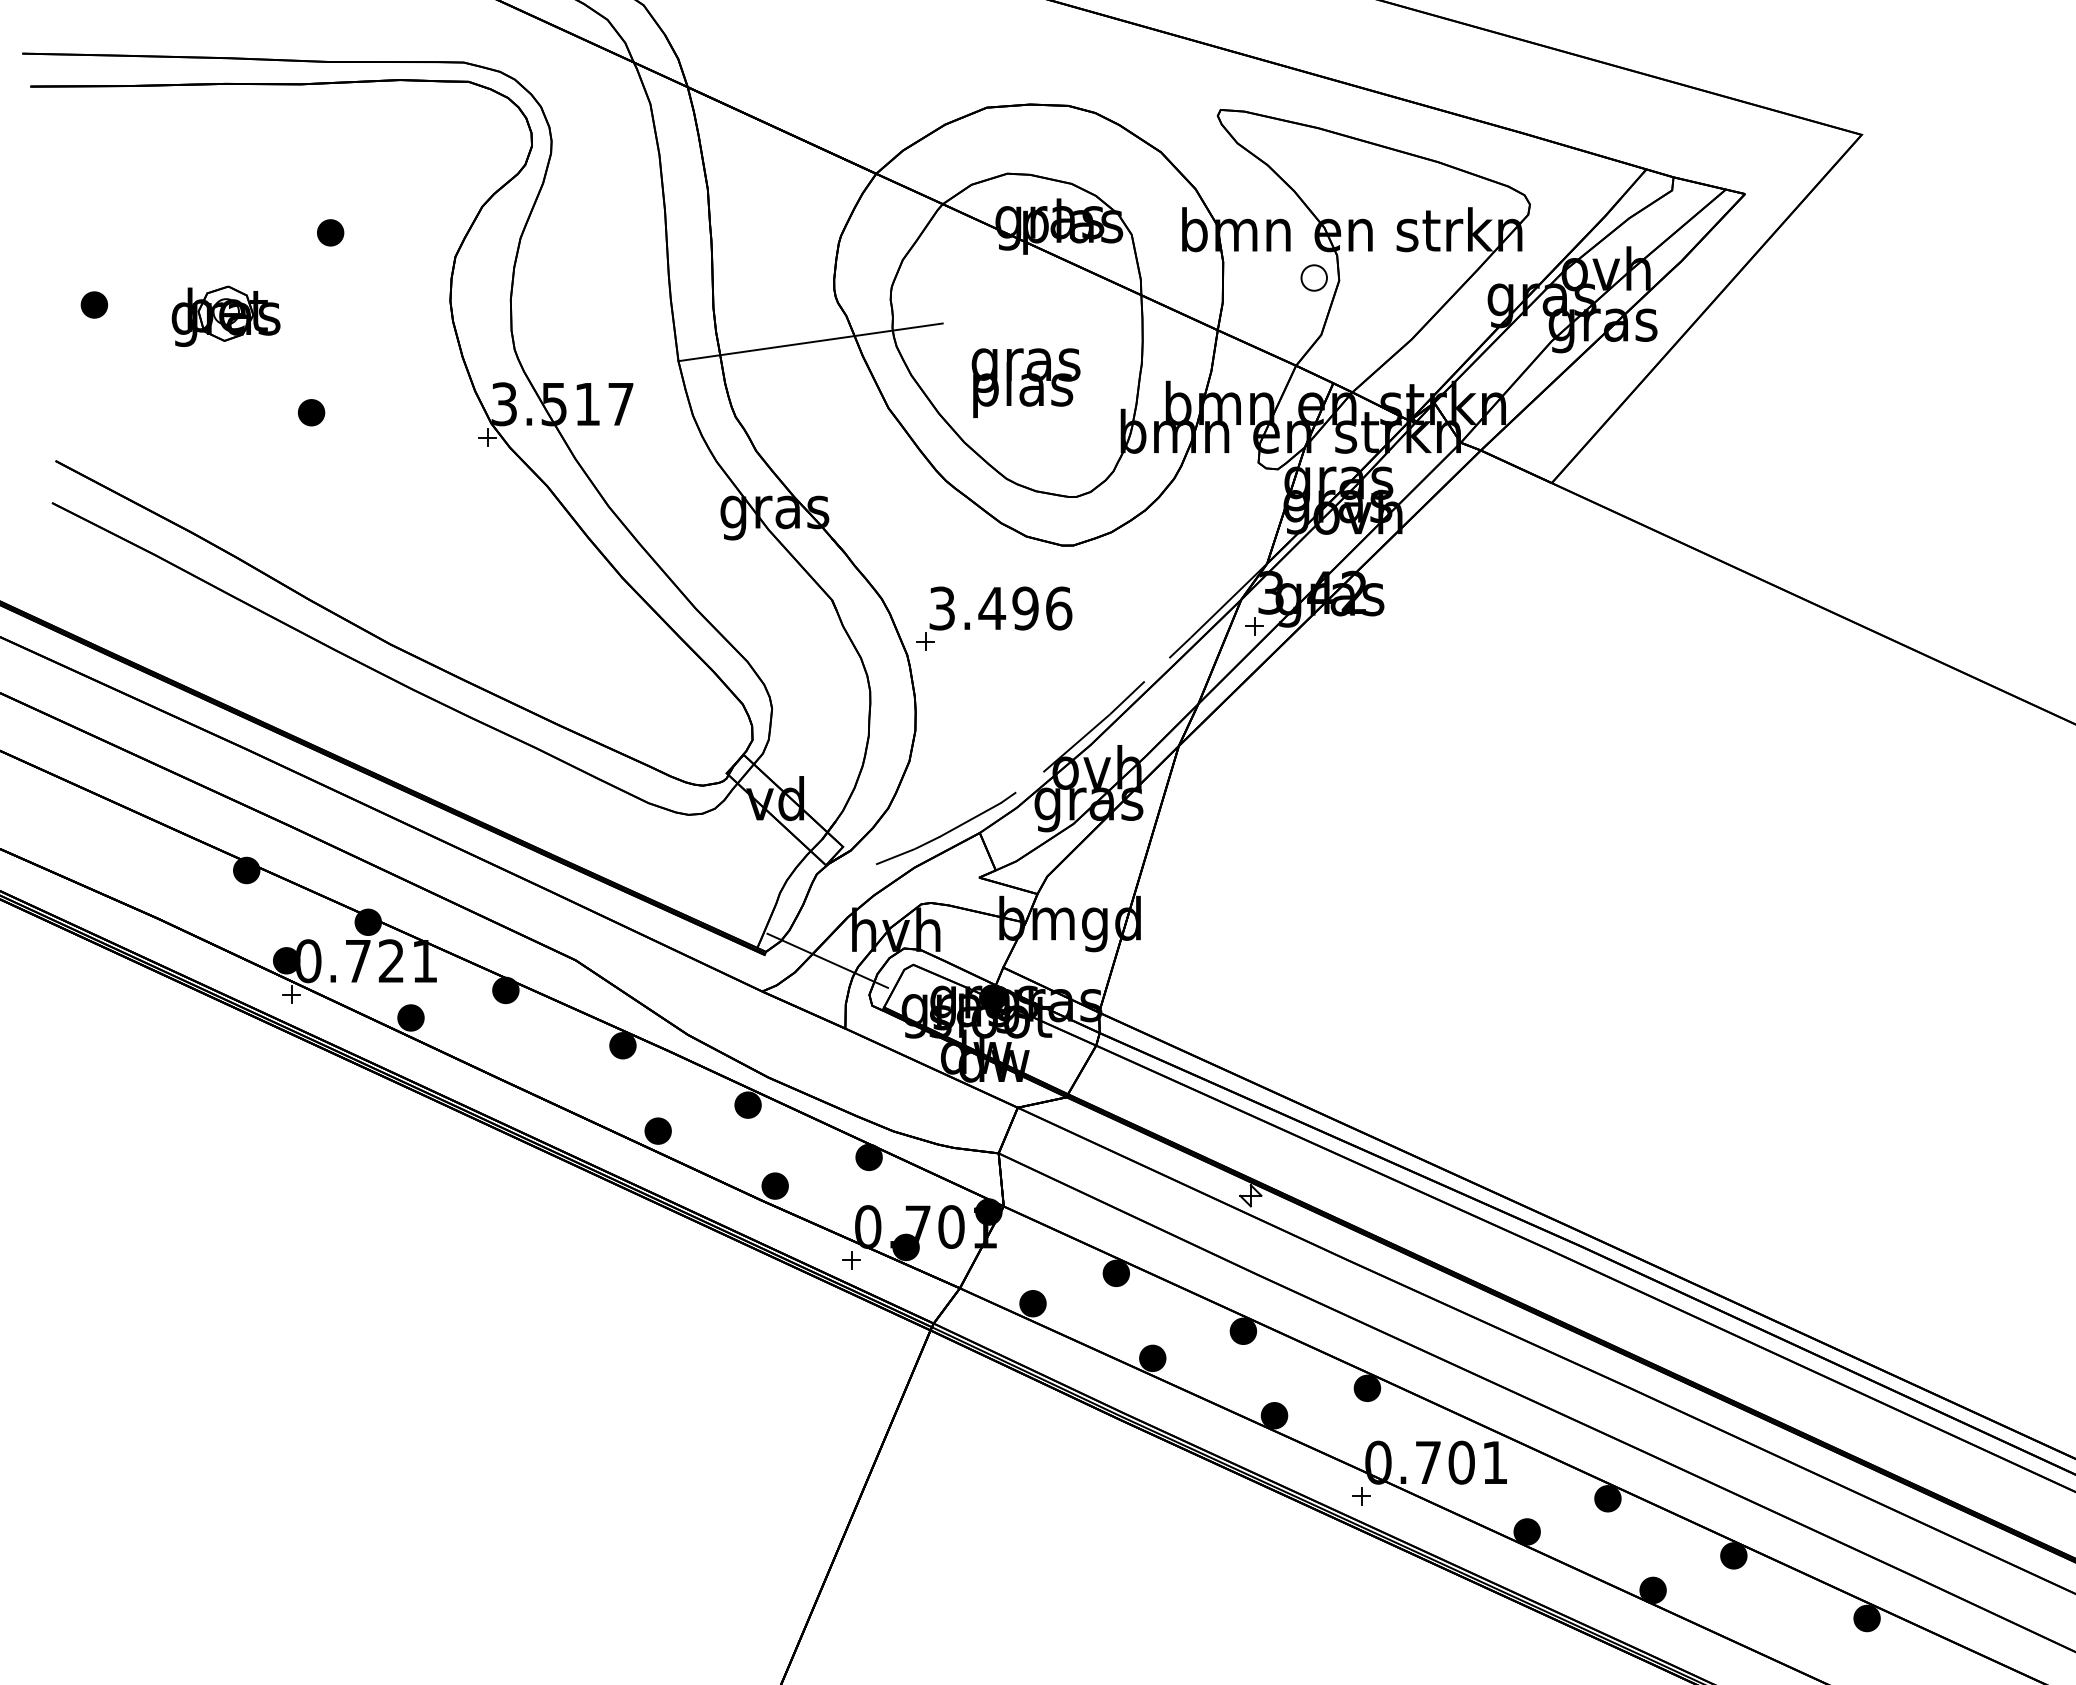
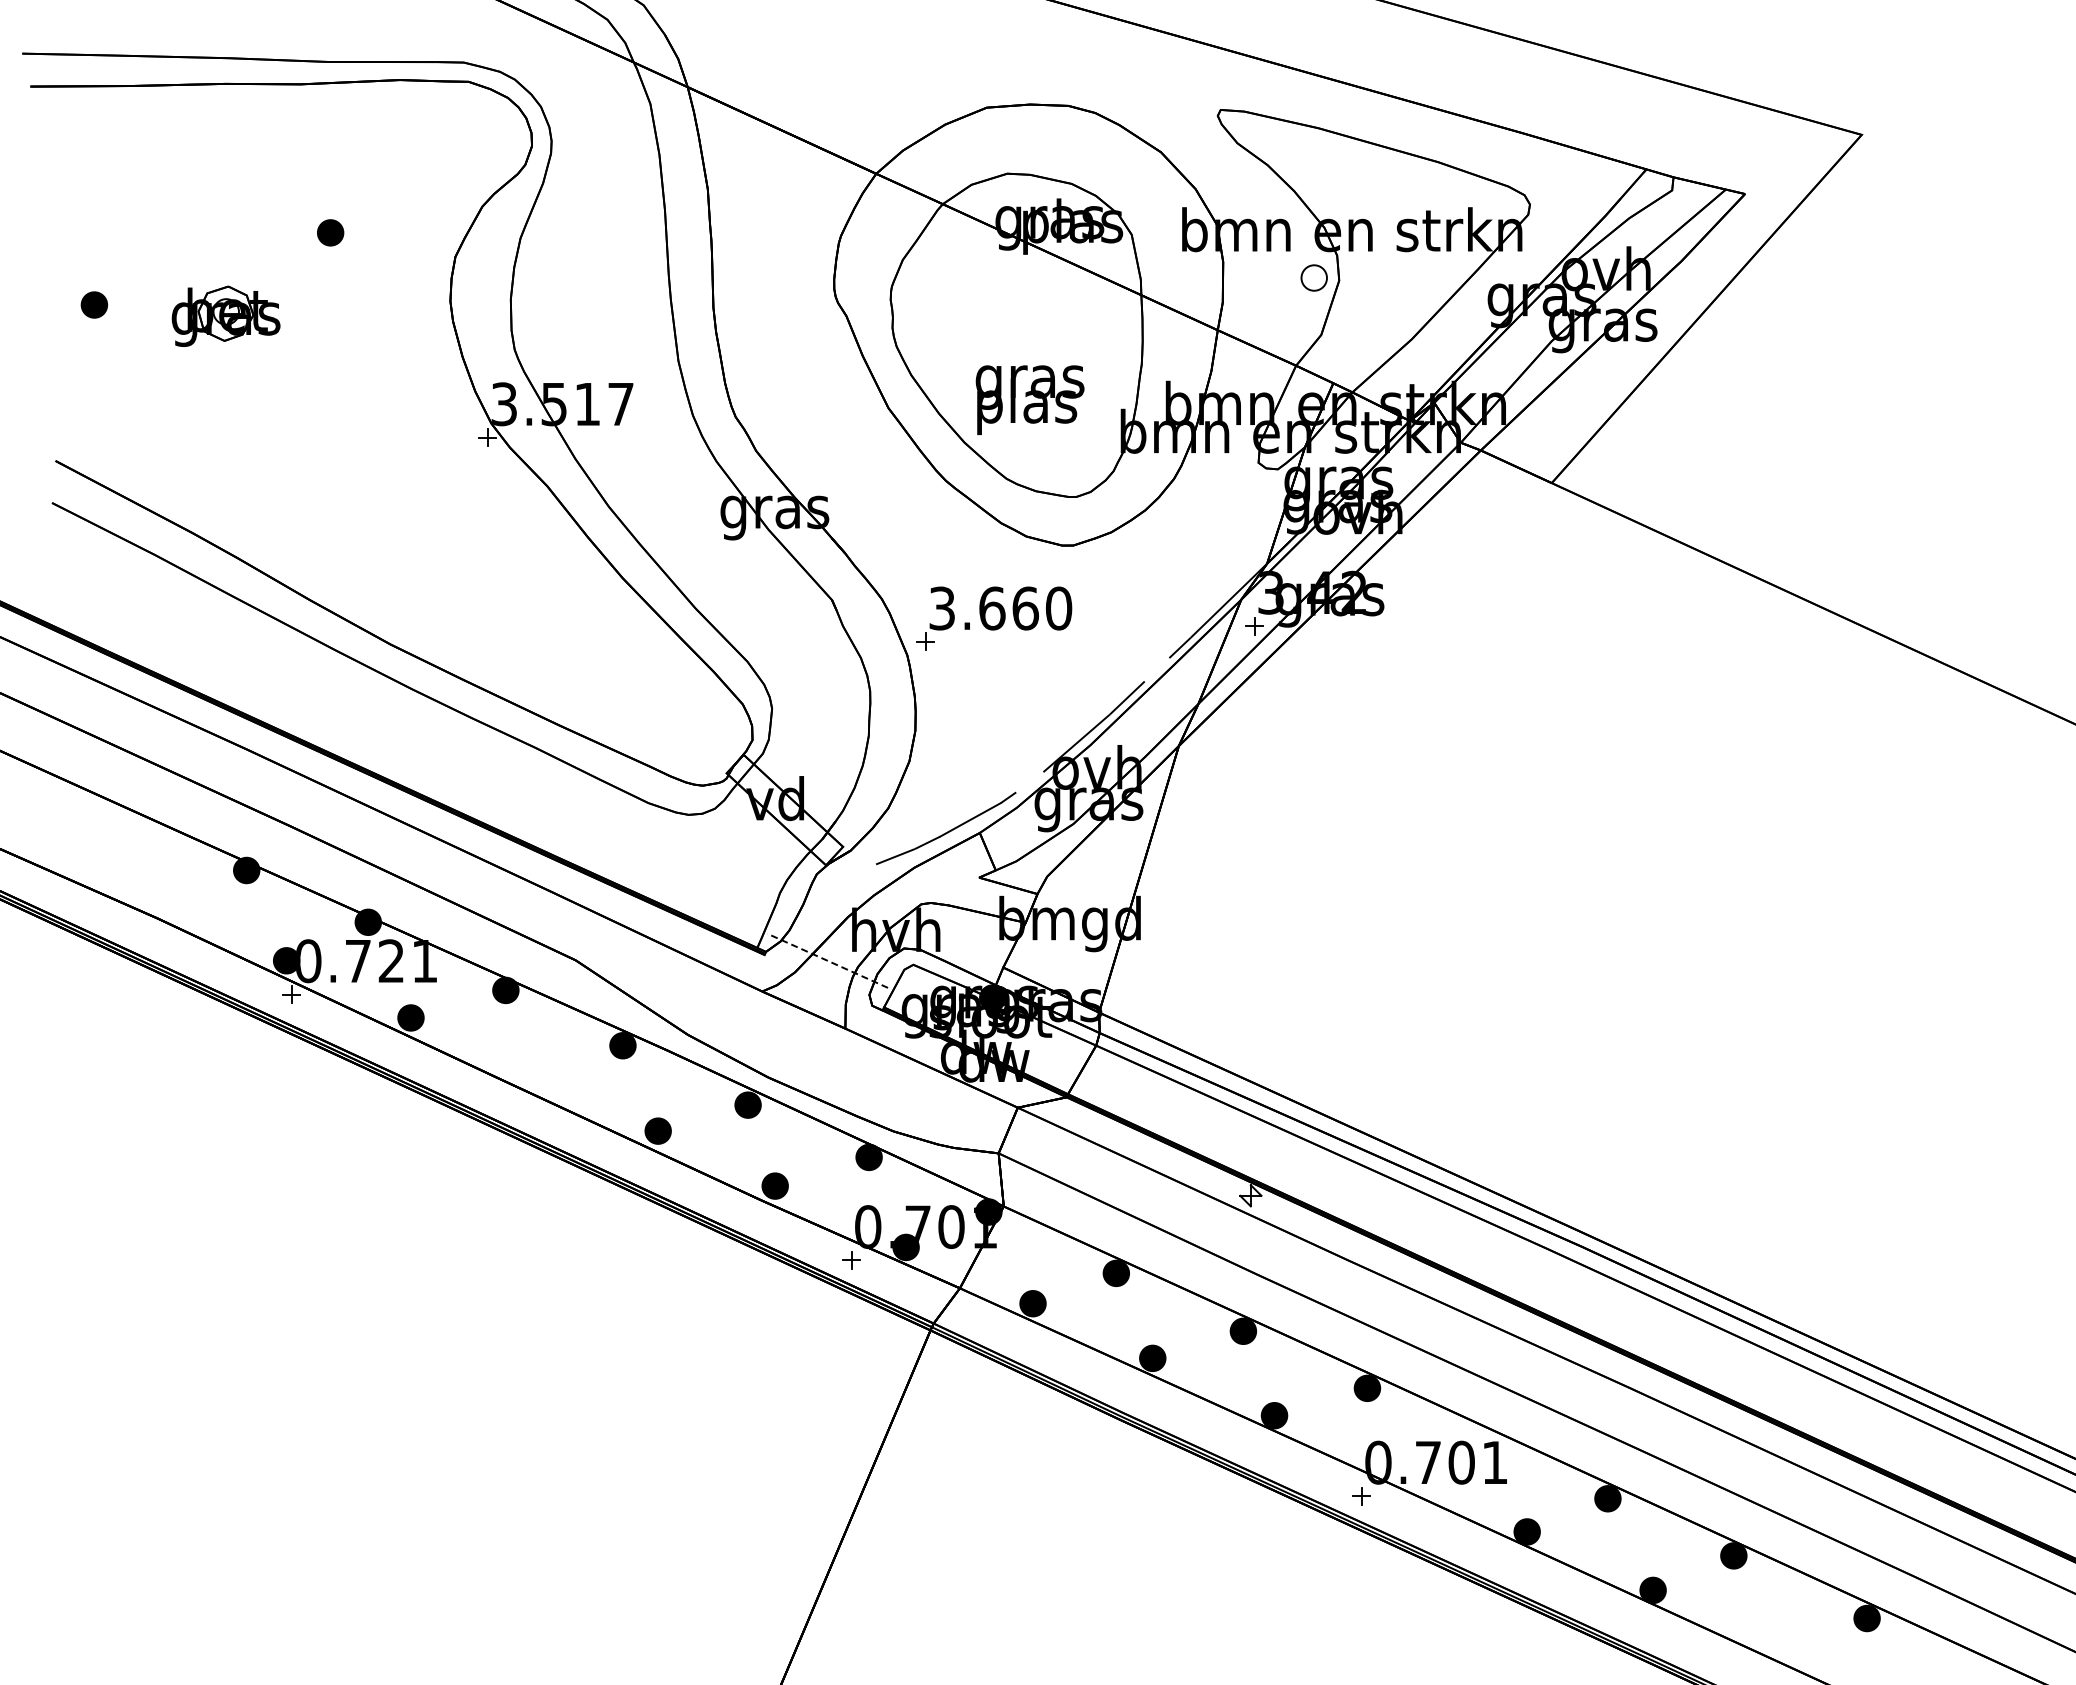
line at (810, 342): present -> none
text at (1025, 382) position: (1025, 382) -> (1029, 399)
part at (311, 412): present -> none
text at (1025, 608): 3.496 -> 3.660
line at (827, 960): solid -> dashed
